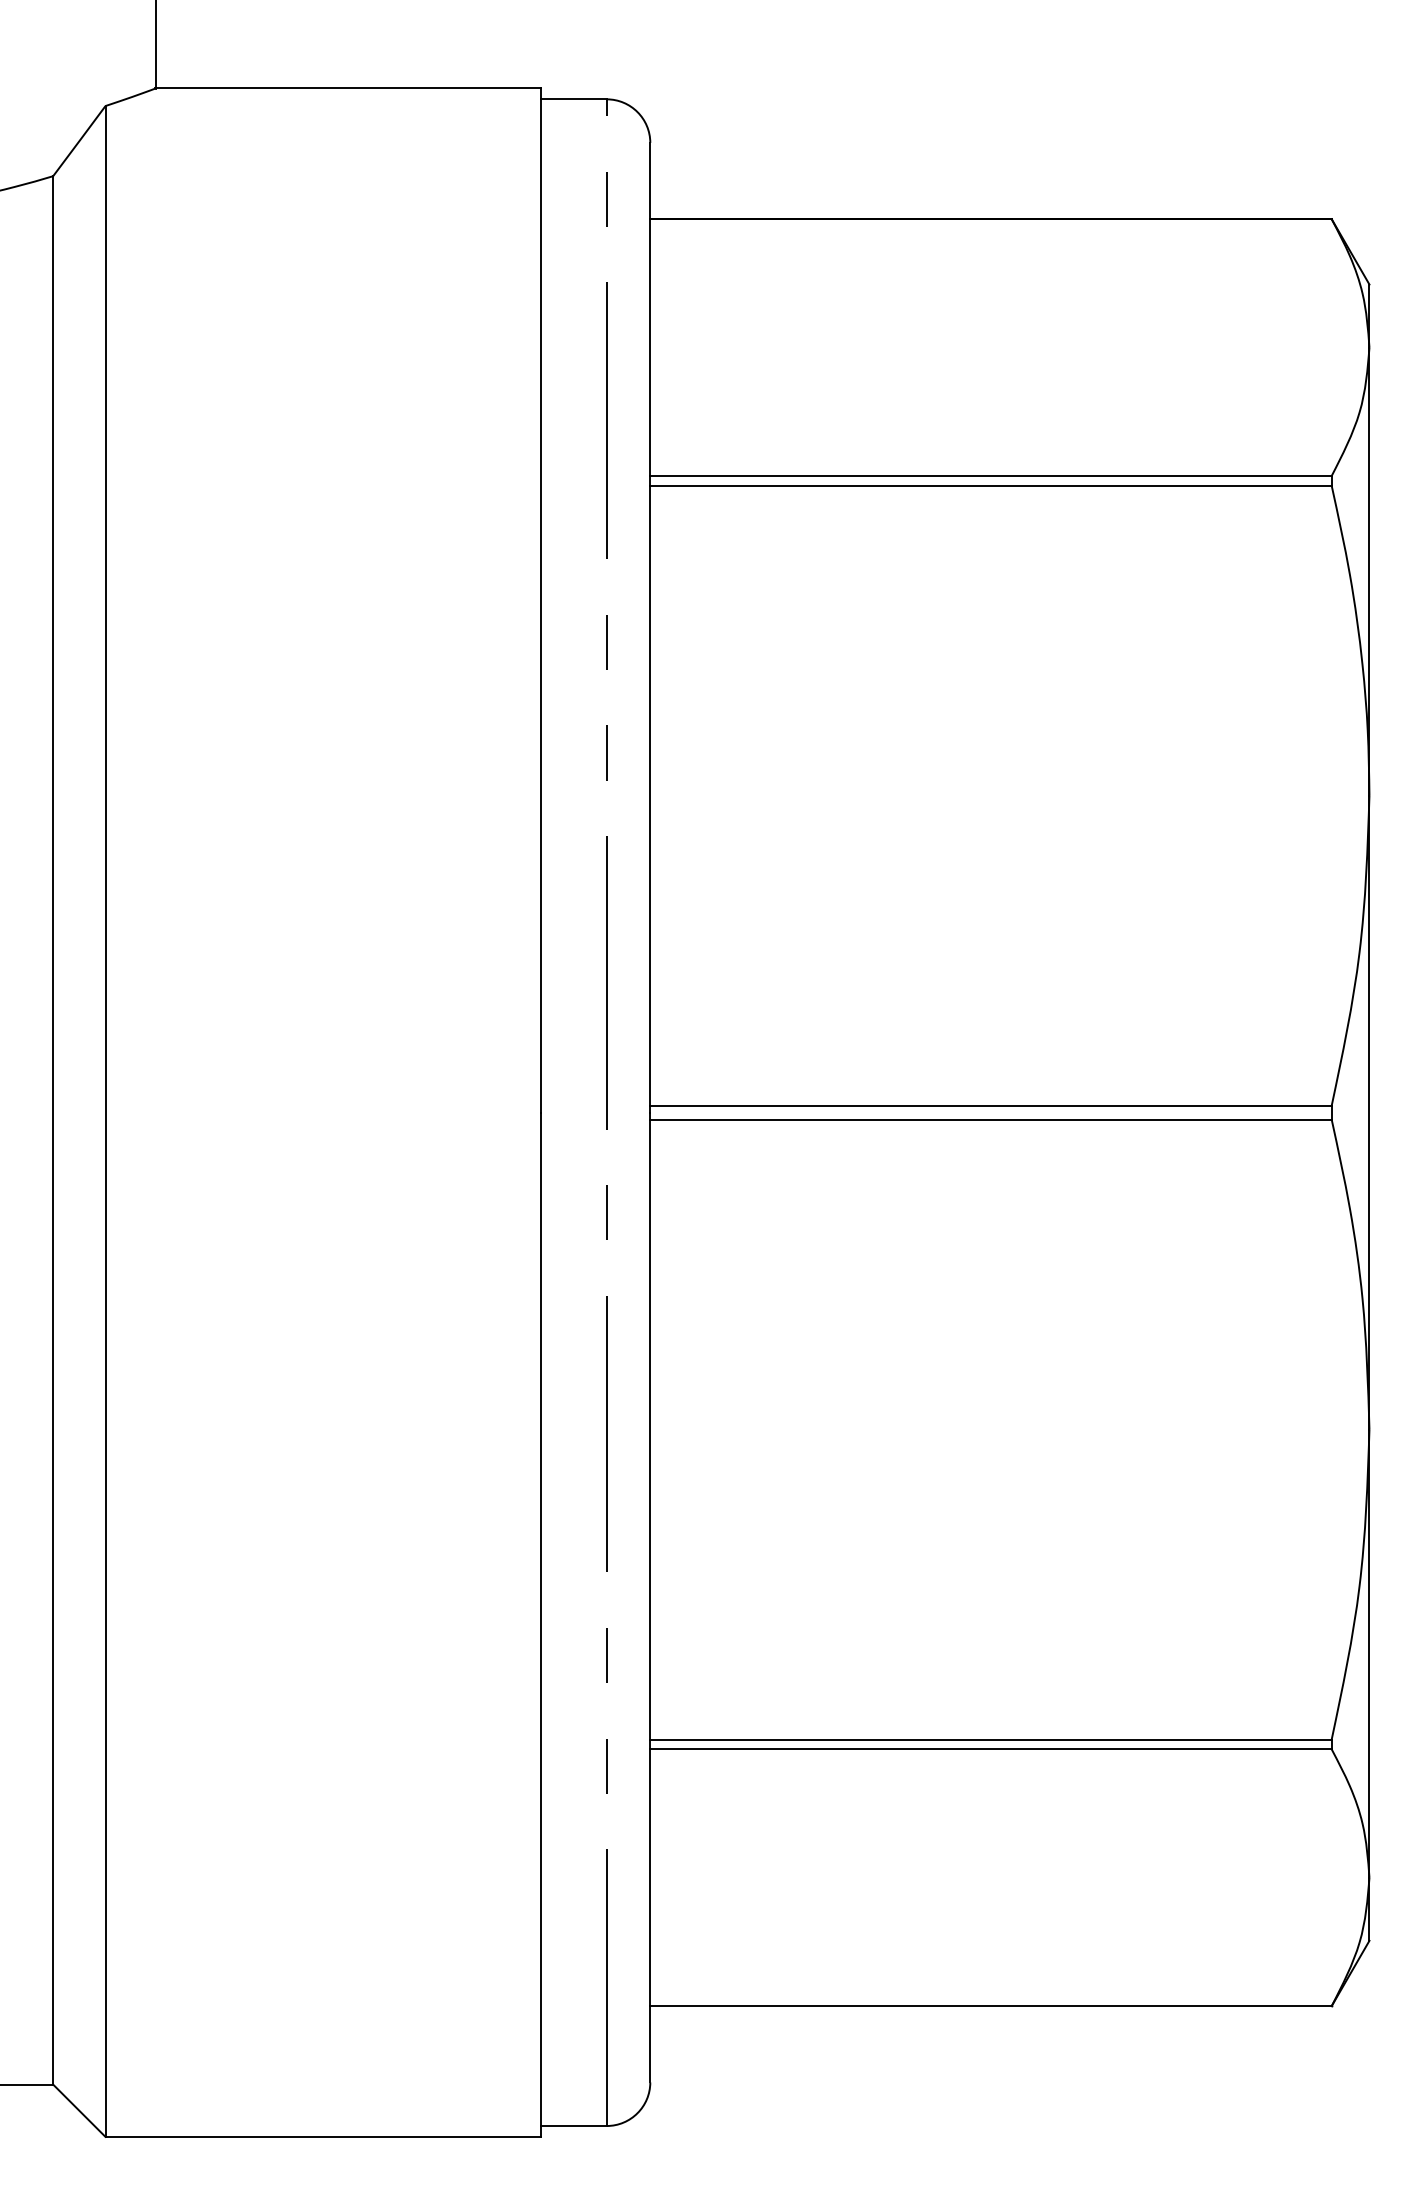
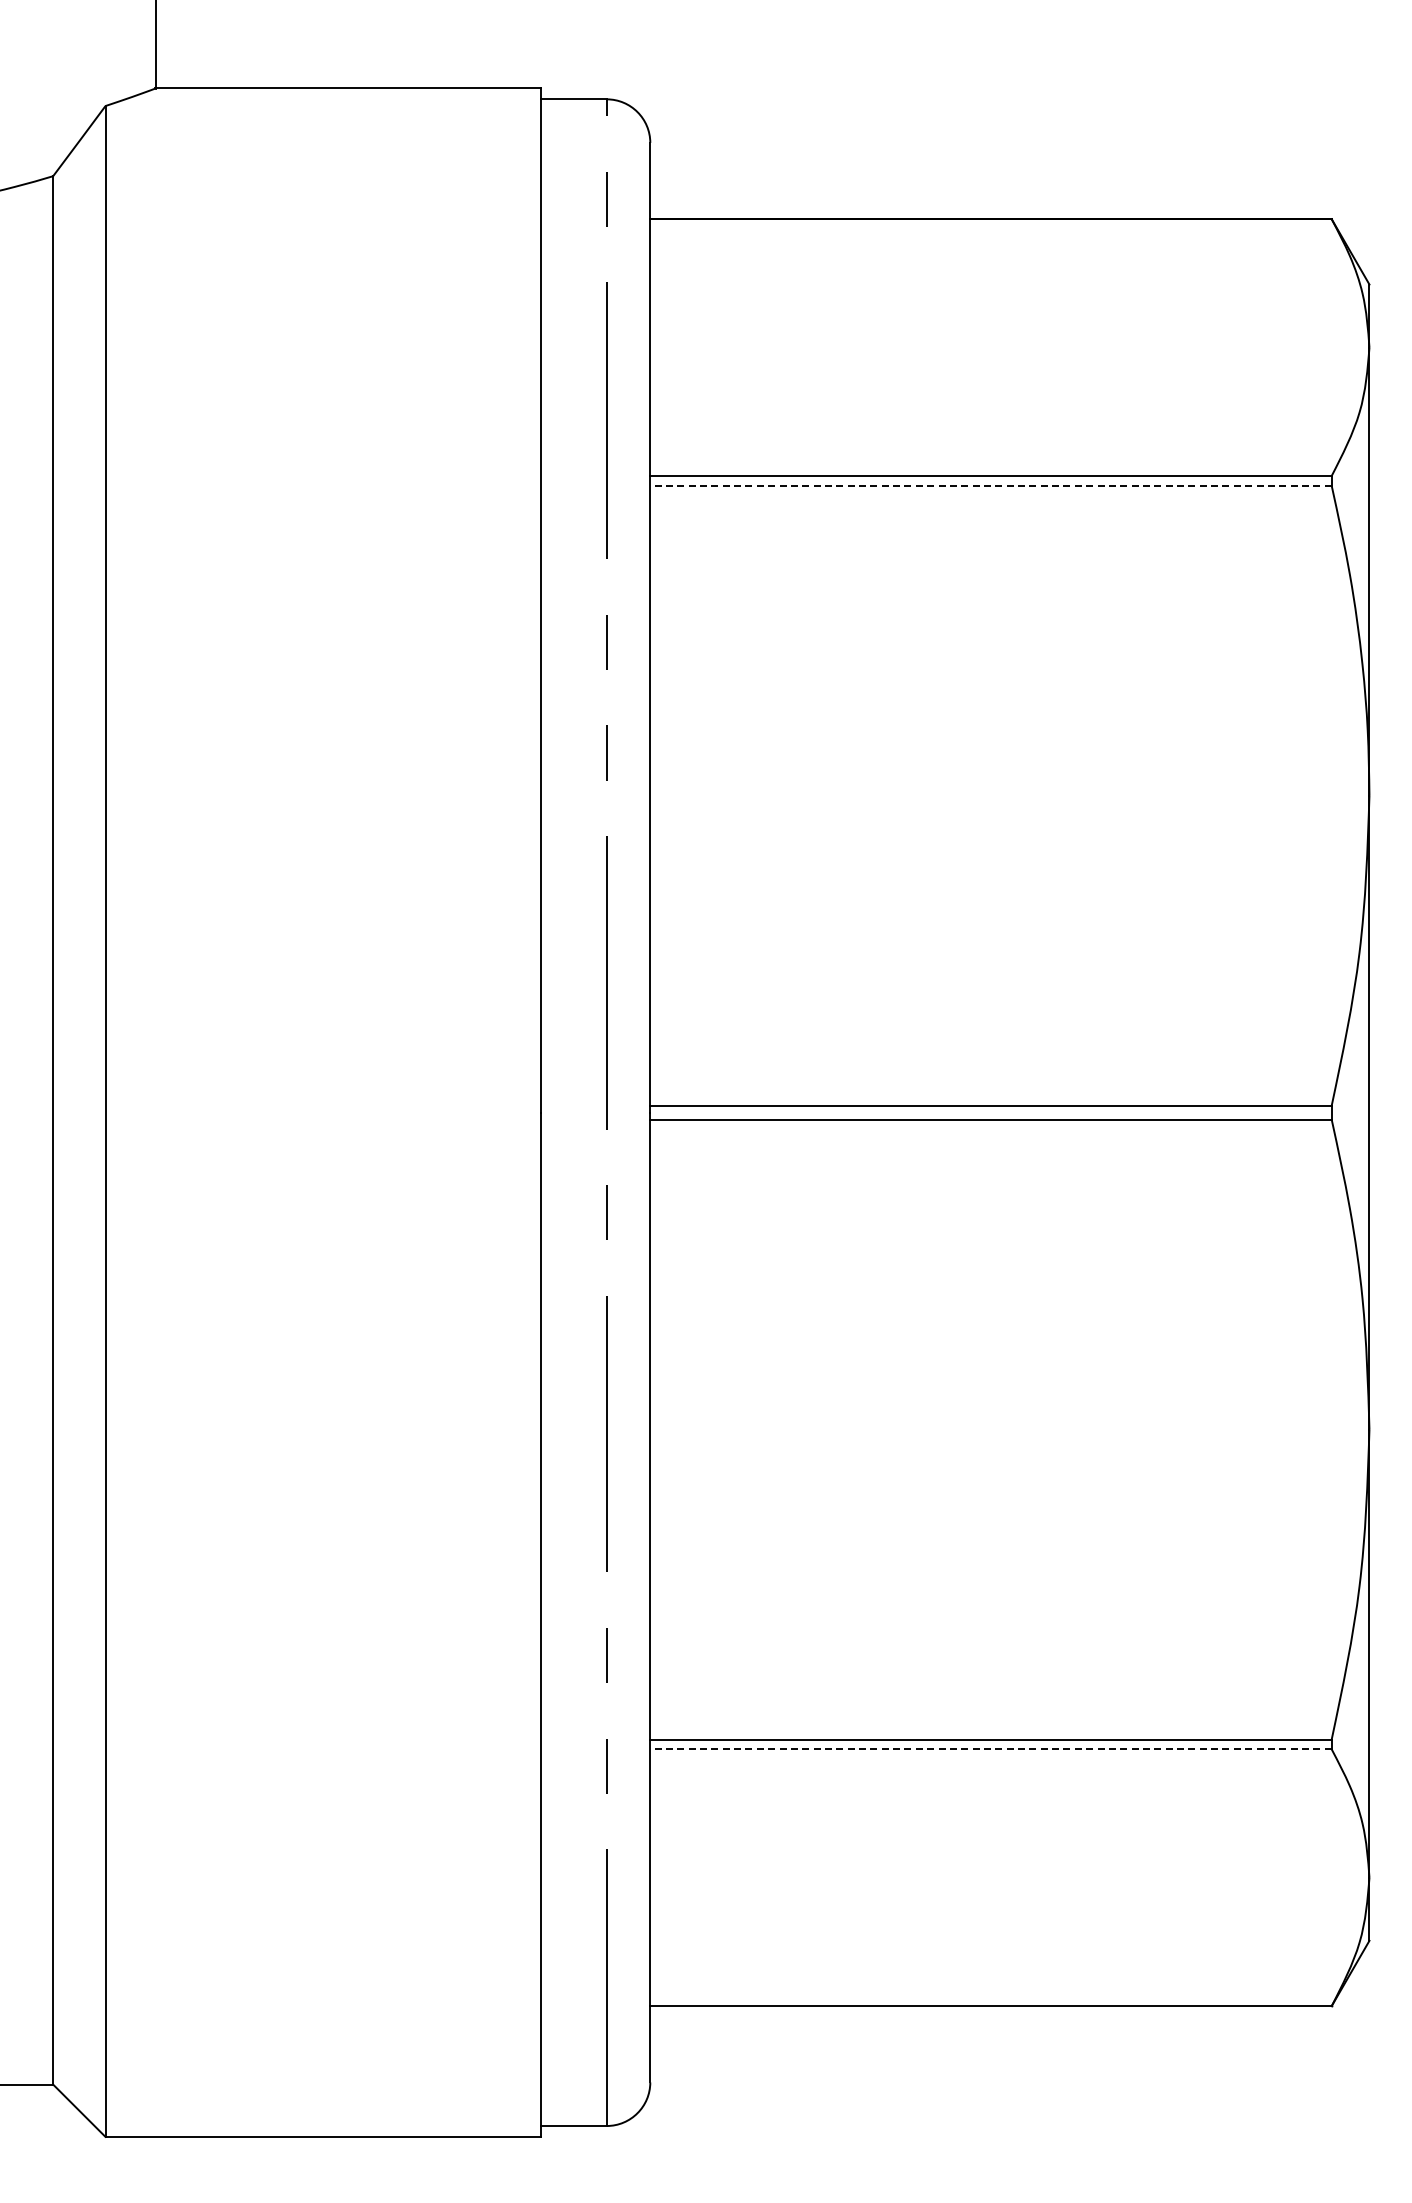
line at (991, 485): solid -> dashed
line at (991, 1749): solid -> dashed
